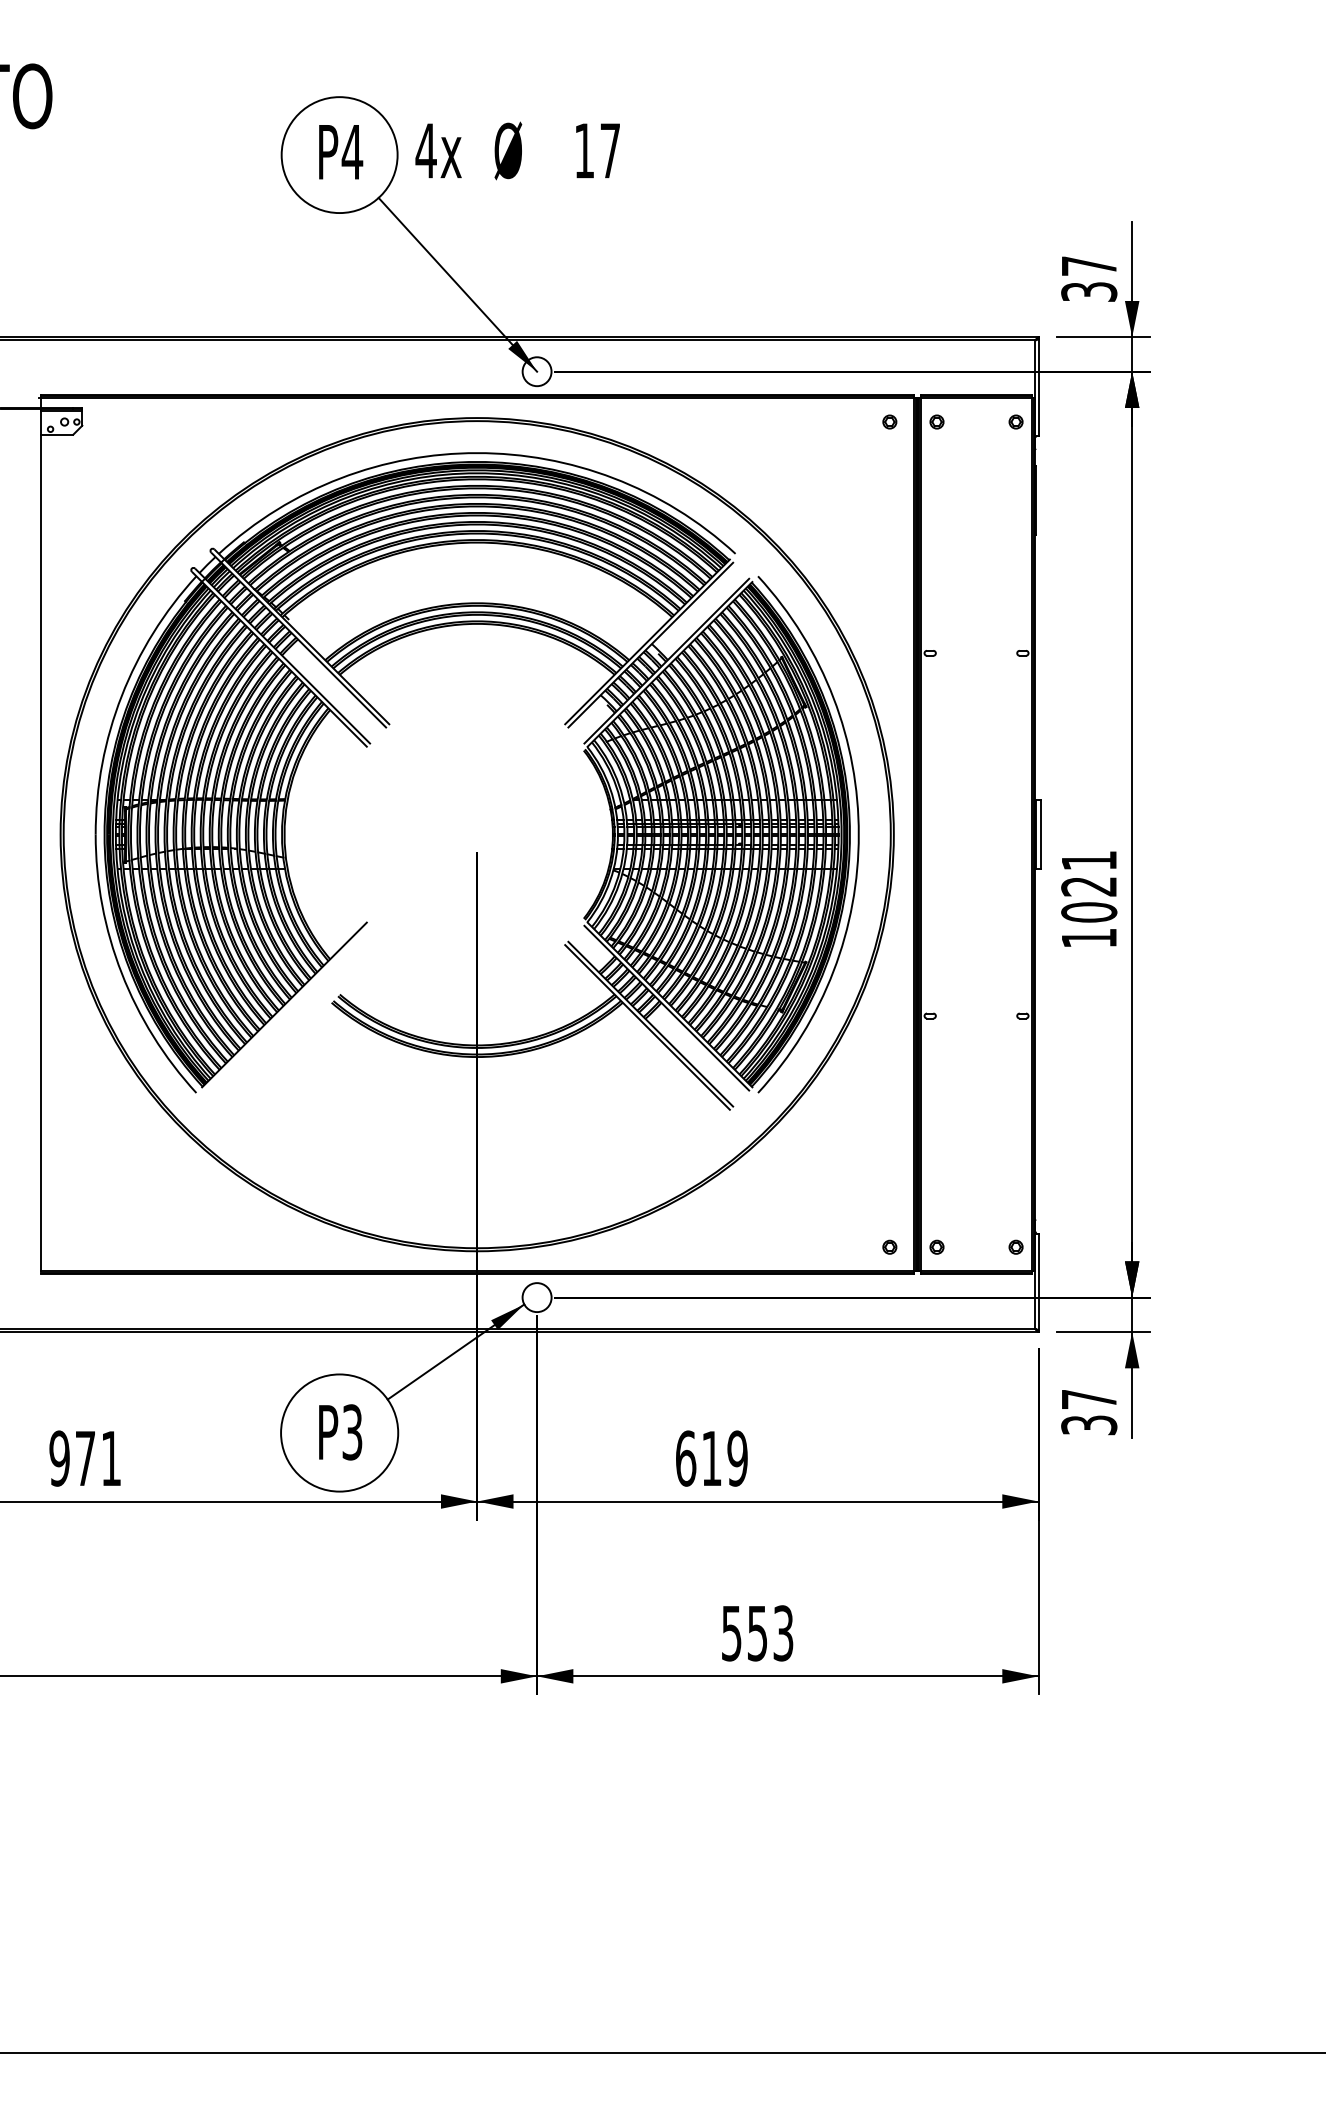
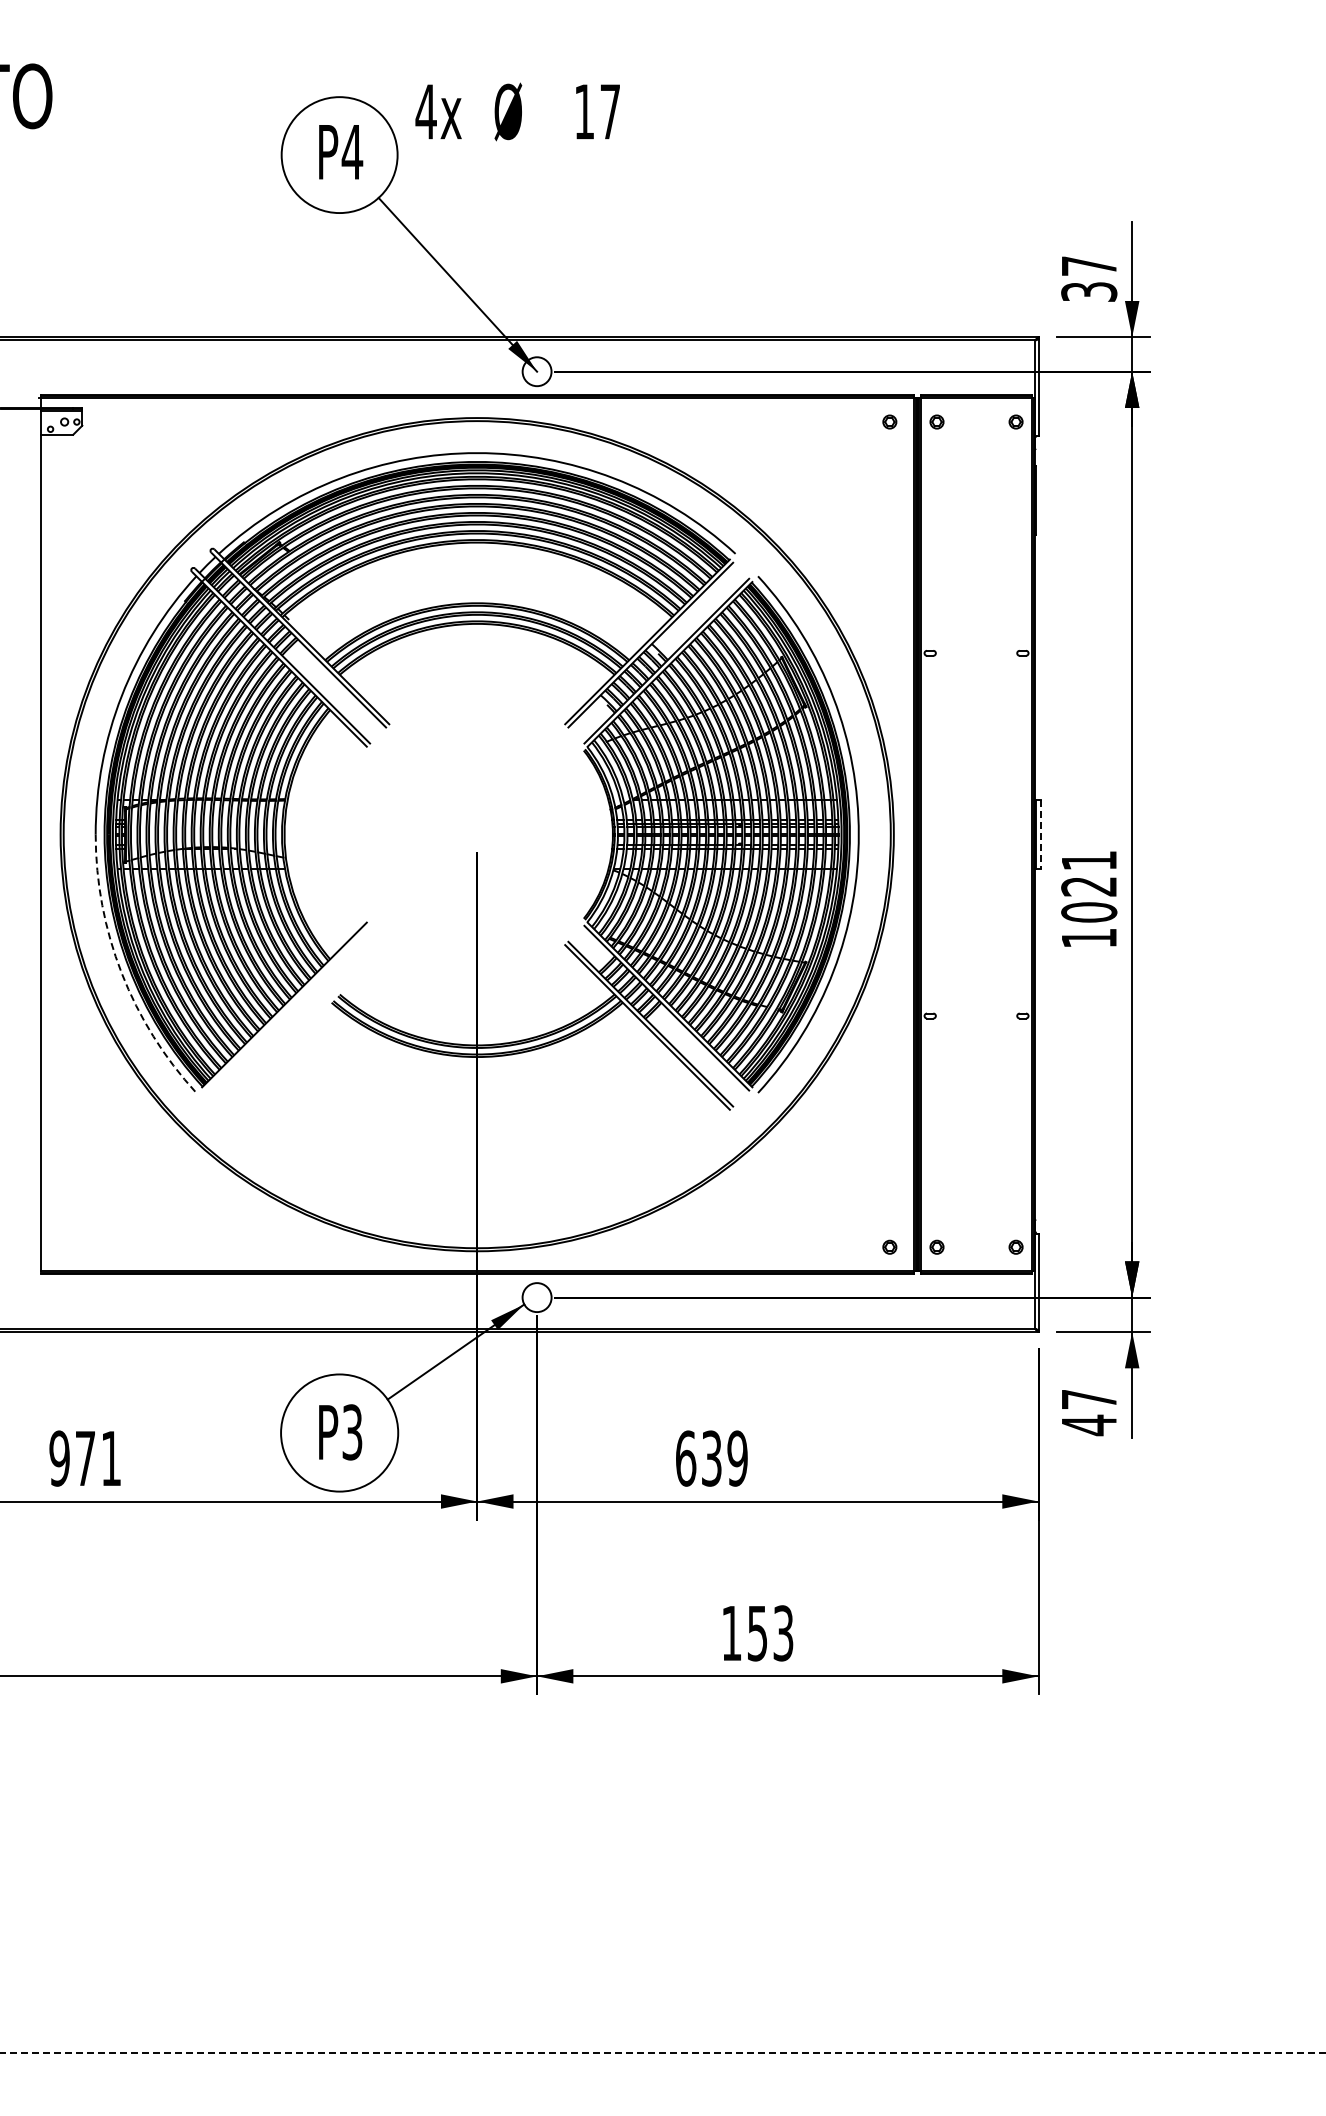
text at (517, 150) position: (517, 150) -> (517, 111)
line at (1040, 835): solid -> dashed
arc at (121, 973): solid -> dashed
text at (1089, 1425): 37 -> 47
text at (711, 1458): 619 -> 639
text at (731, 1633): 553 -> 153
line at (663, 2052): solid -> dashed
